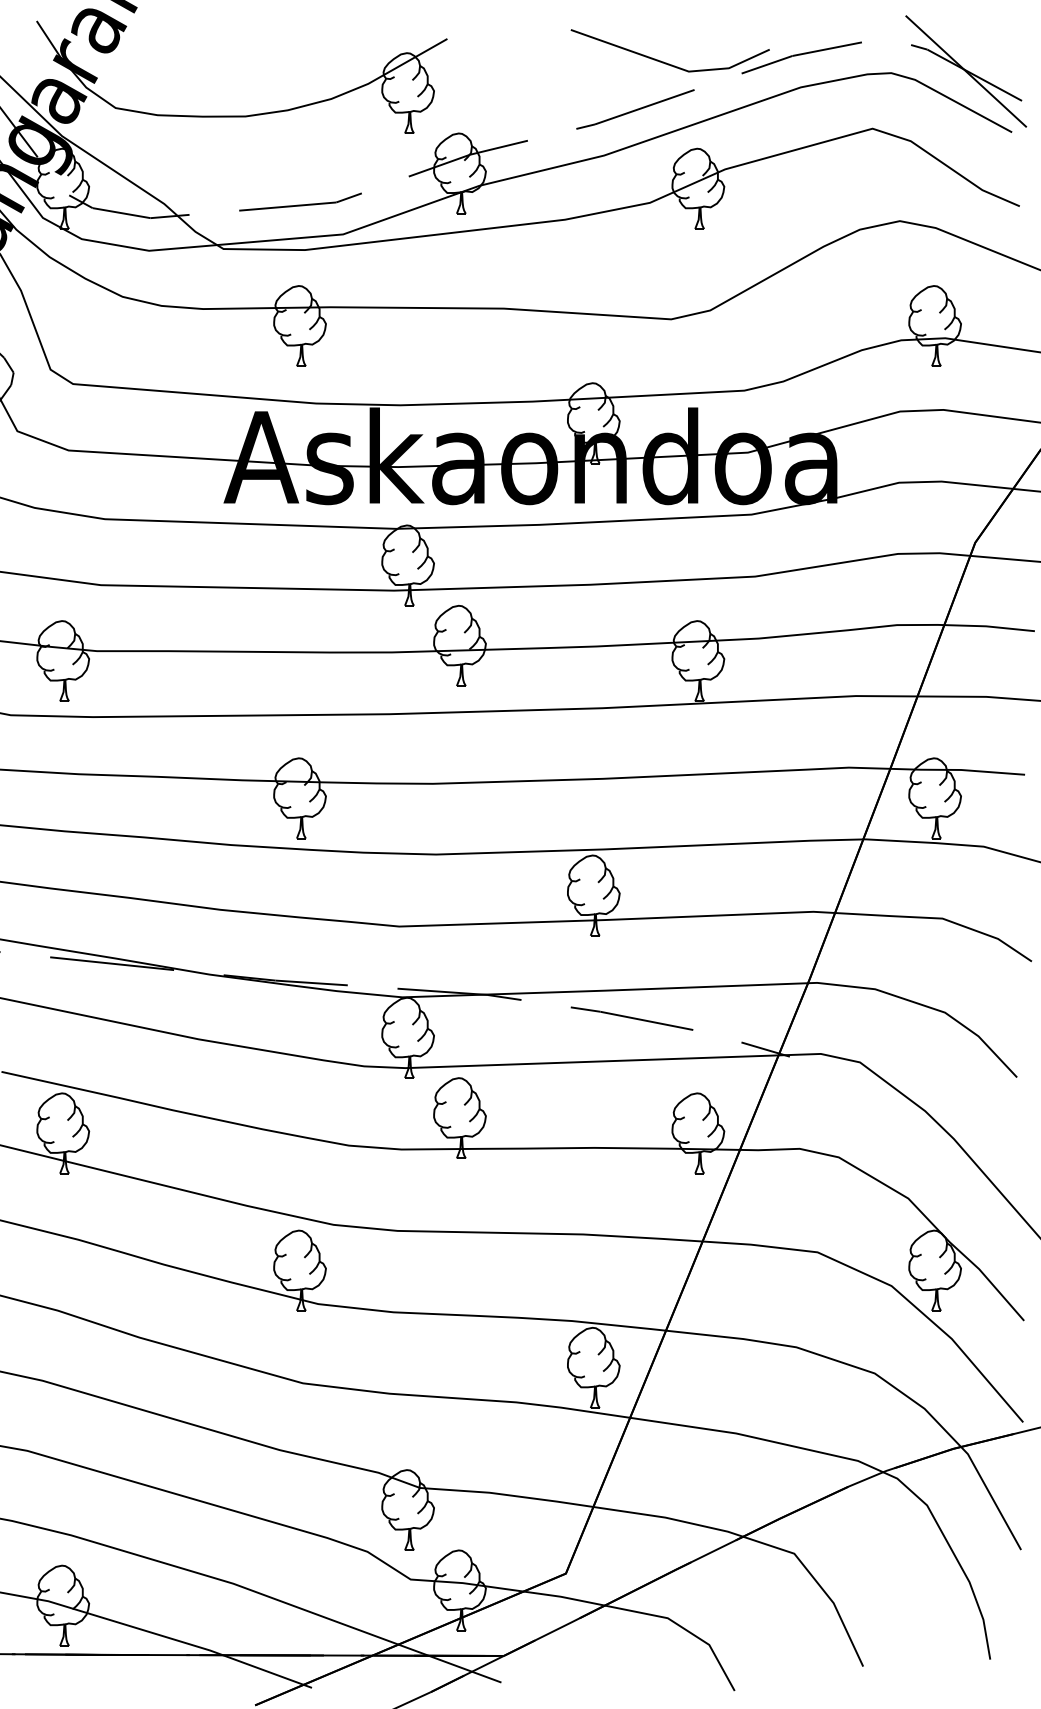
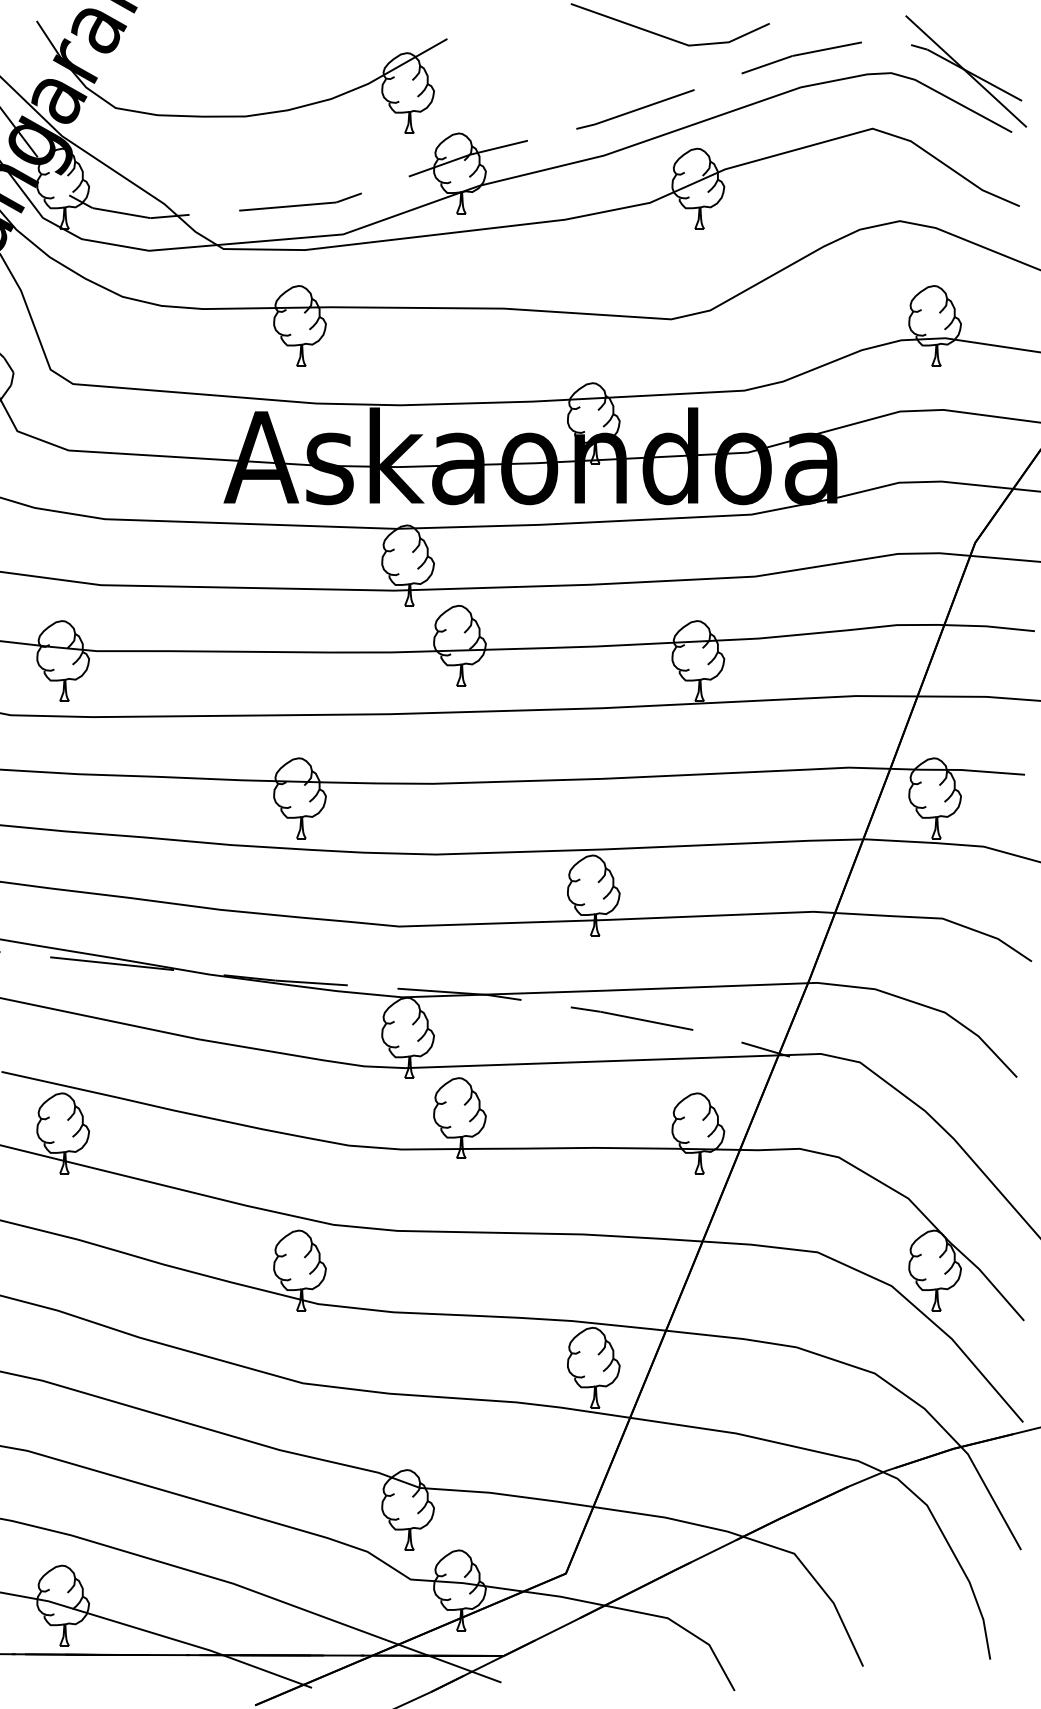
line at (666, 62) position: (666, 62) -> (666, 36)
